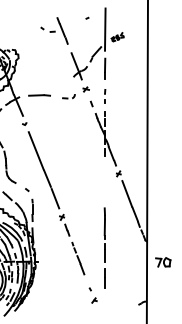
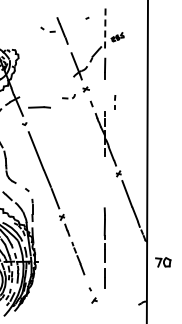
line at (105, 30): solid -> dashed
line at (39, 95) position: (39, 95) -> (39, 107)
part at (105, 96) position: (105, 96) -> (115, 102)
